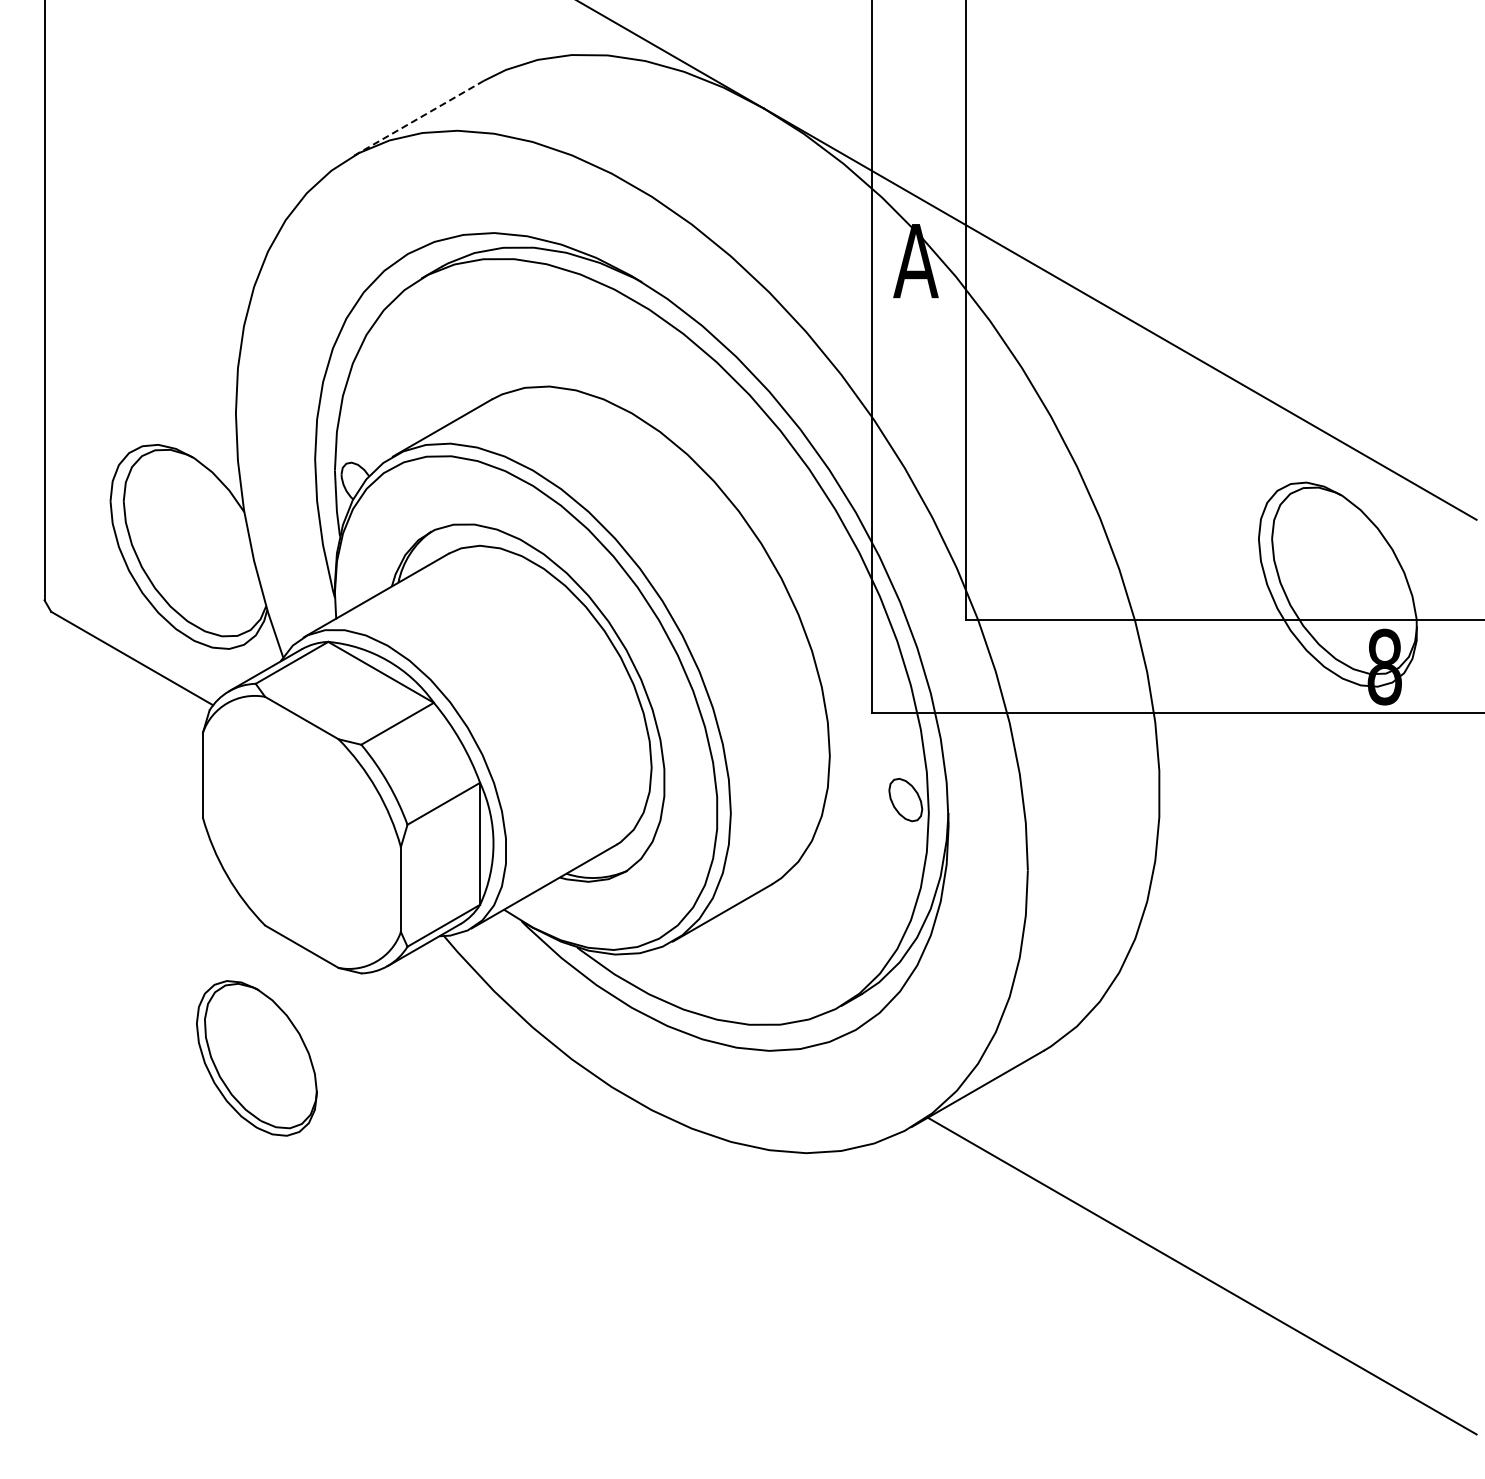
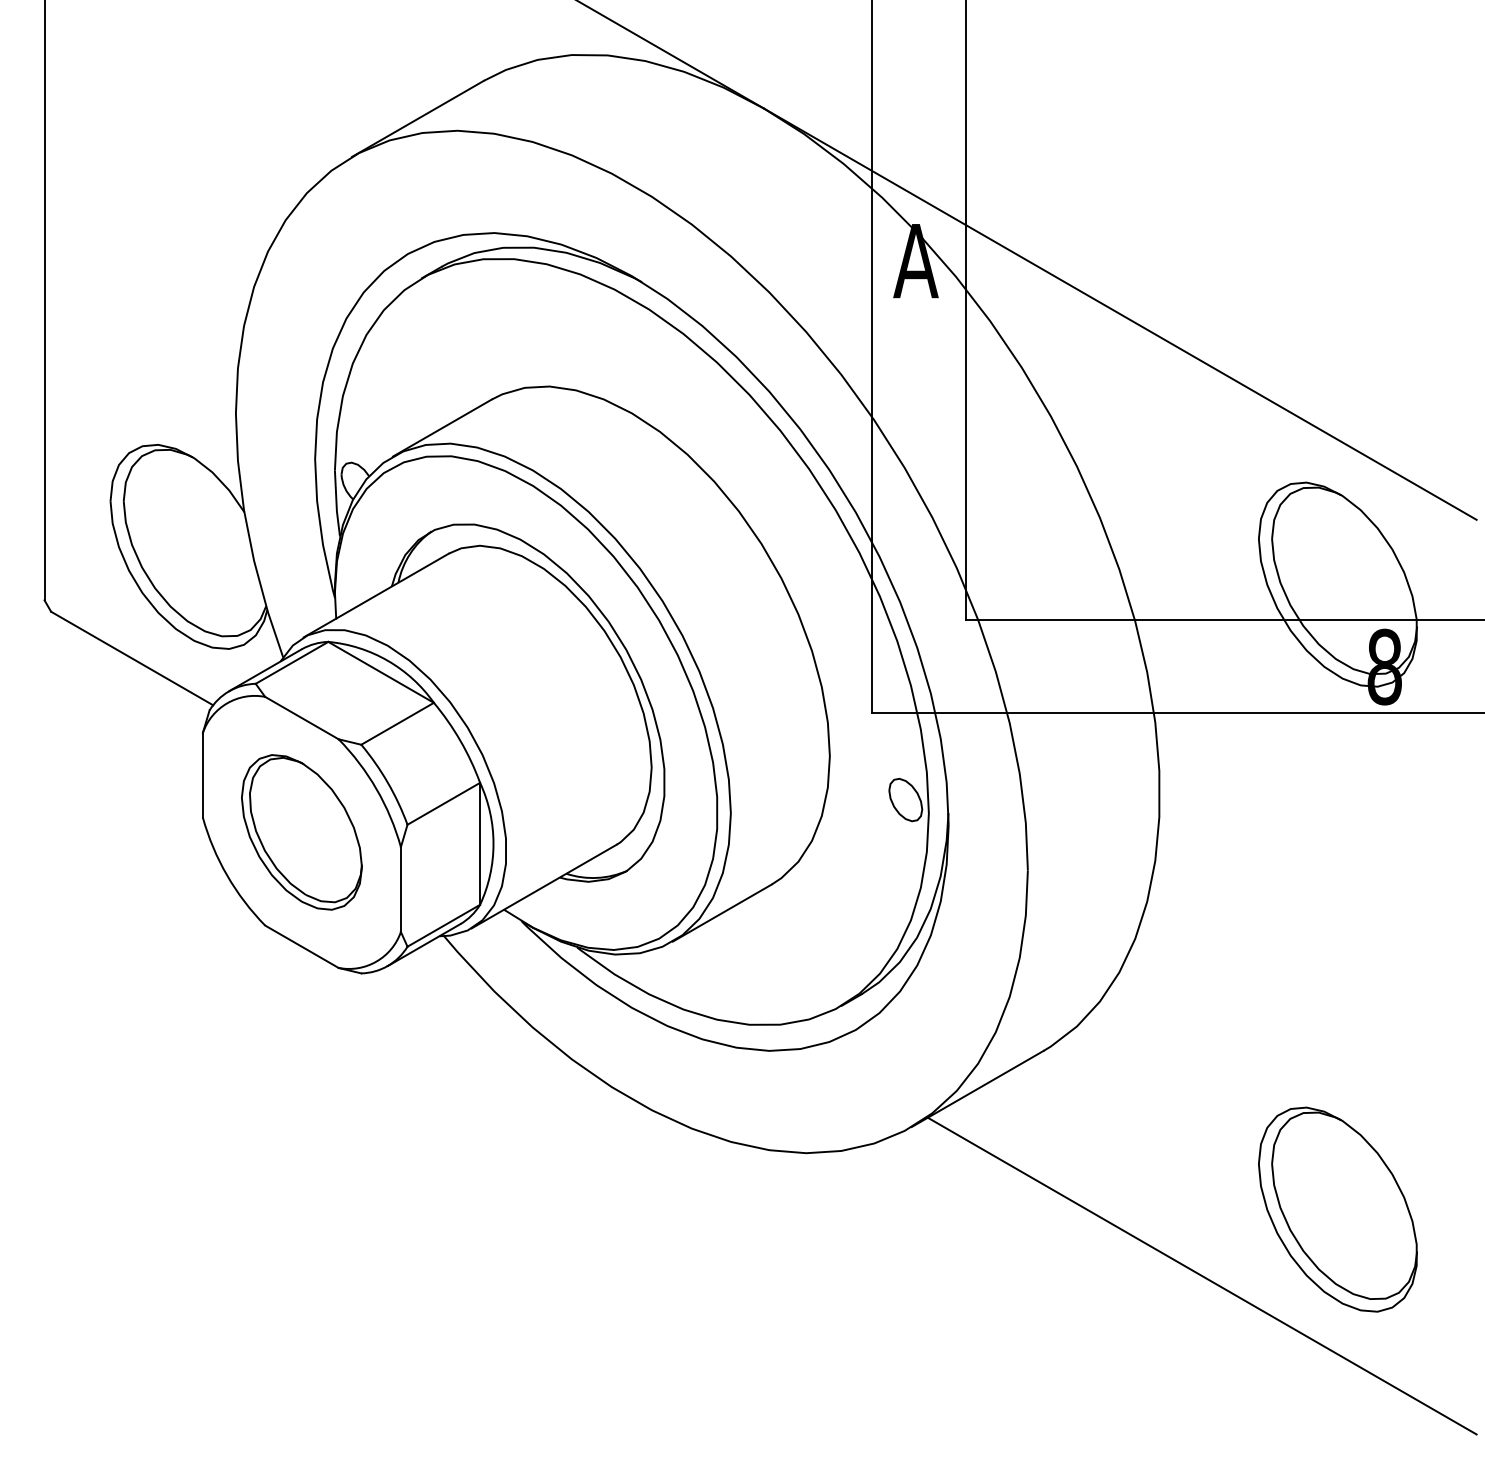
line at (417, 119): dashed -> solid
part at (256, 1058) position: (256, 1058) -> (301, 832)
part at (1337, 1209): none -> present
